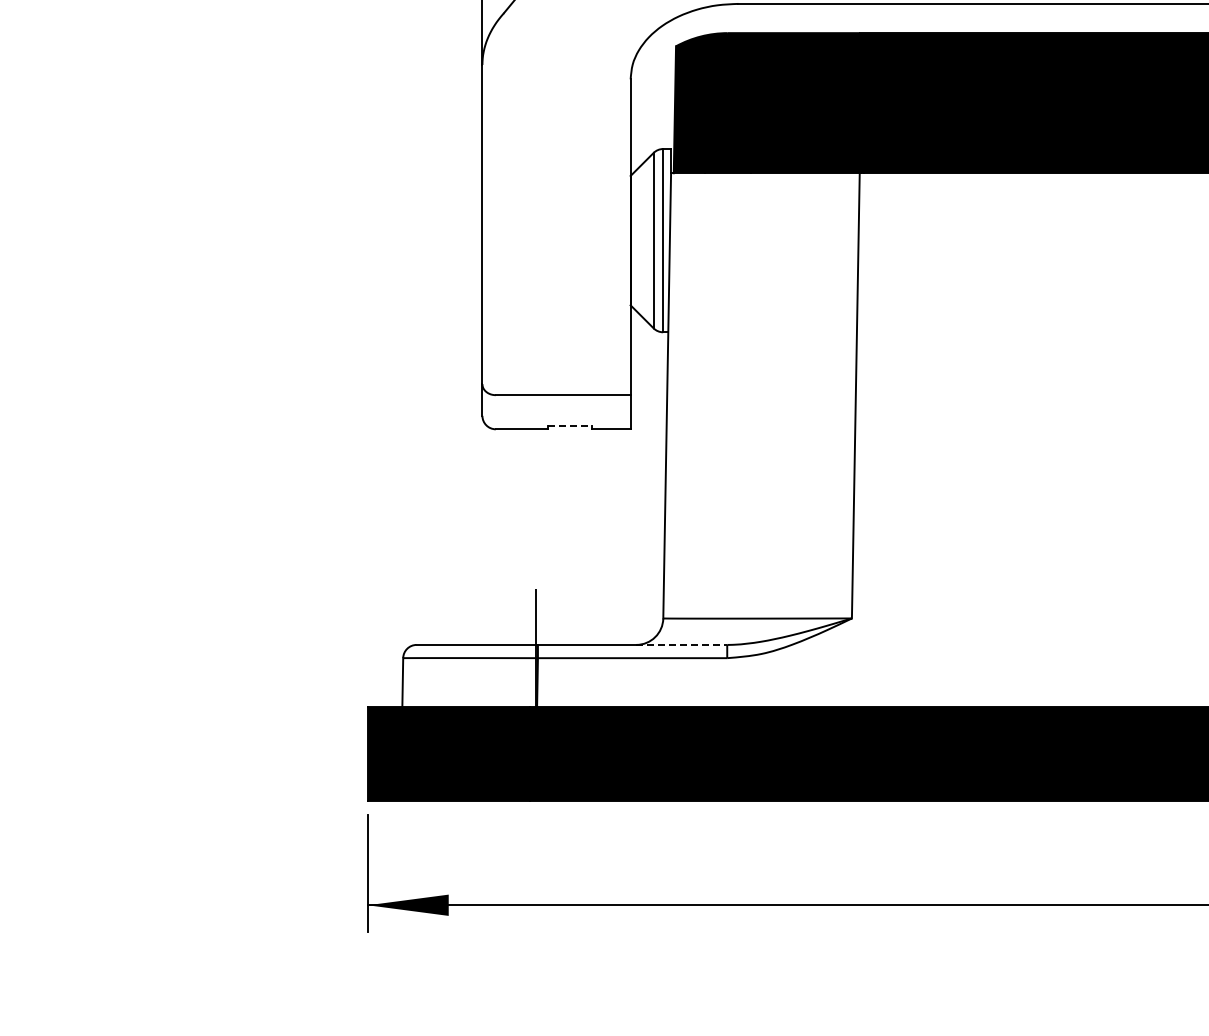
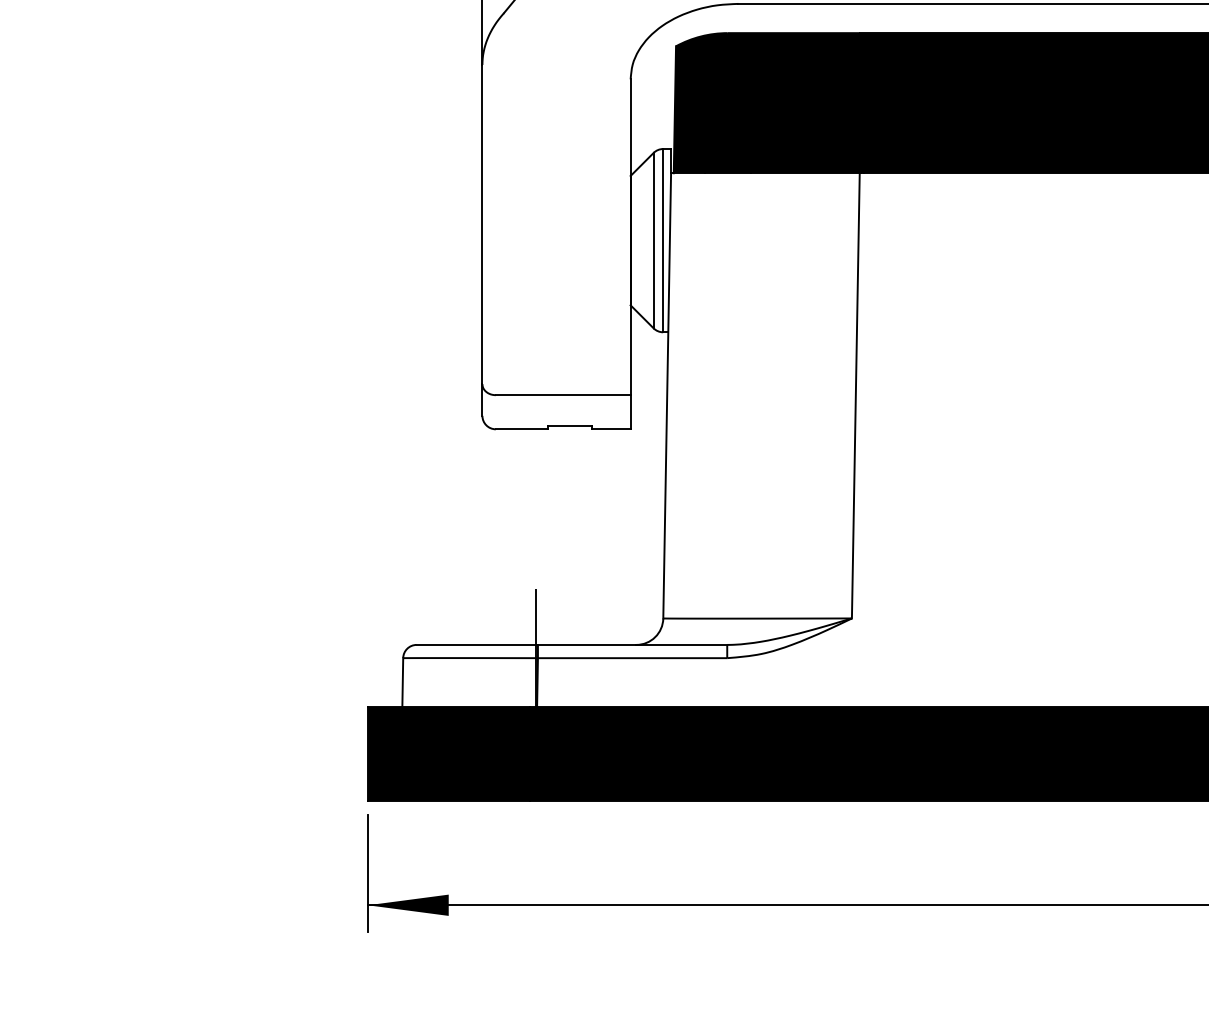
line at (570, 425): dashed -> solid
line at (682, 644): dashed -> solid
